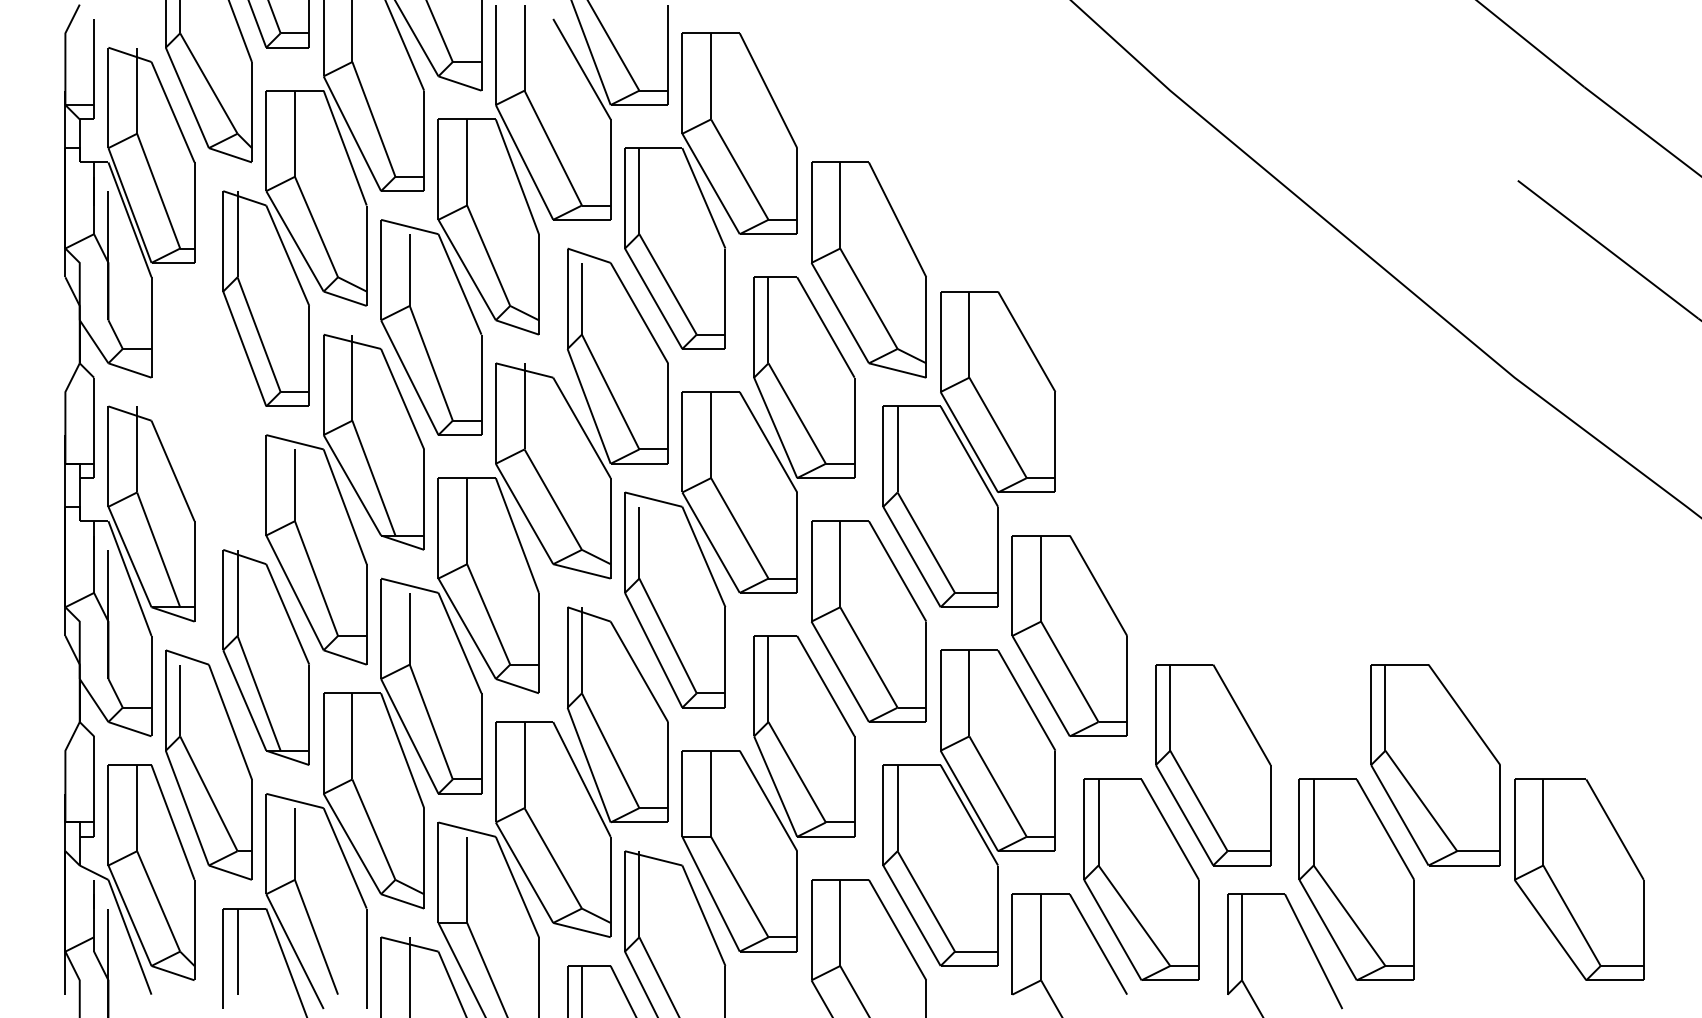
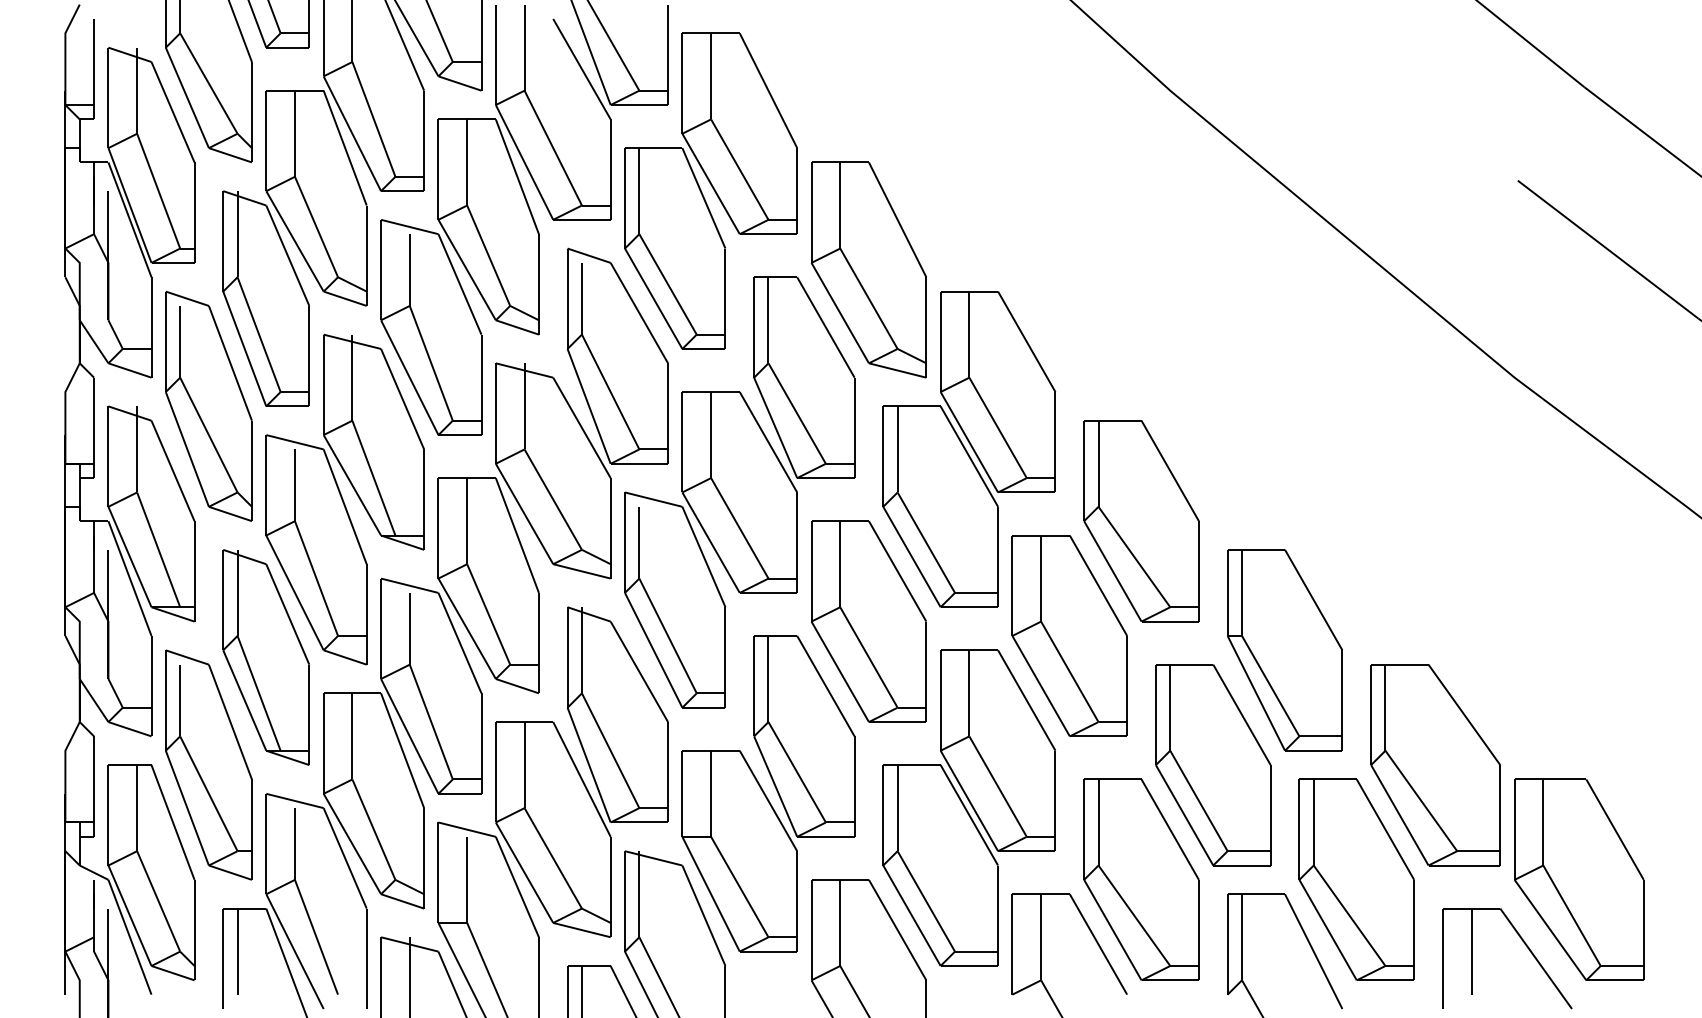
part at (208, 405): none -> present
part at (1141, 521): none -> present
part at (1284, 650): none -> present
part at (1526, 947): none -> present
